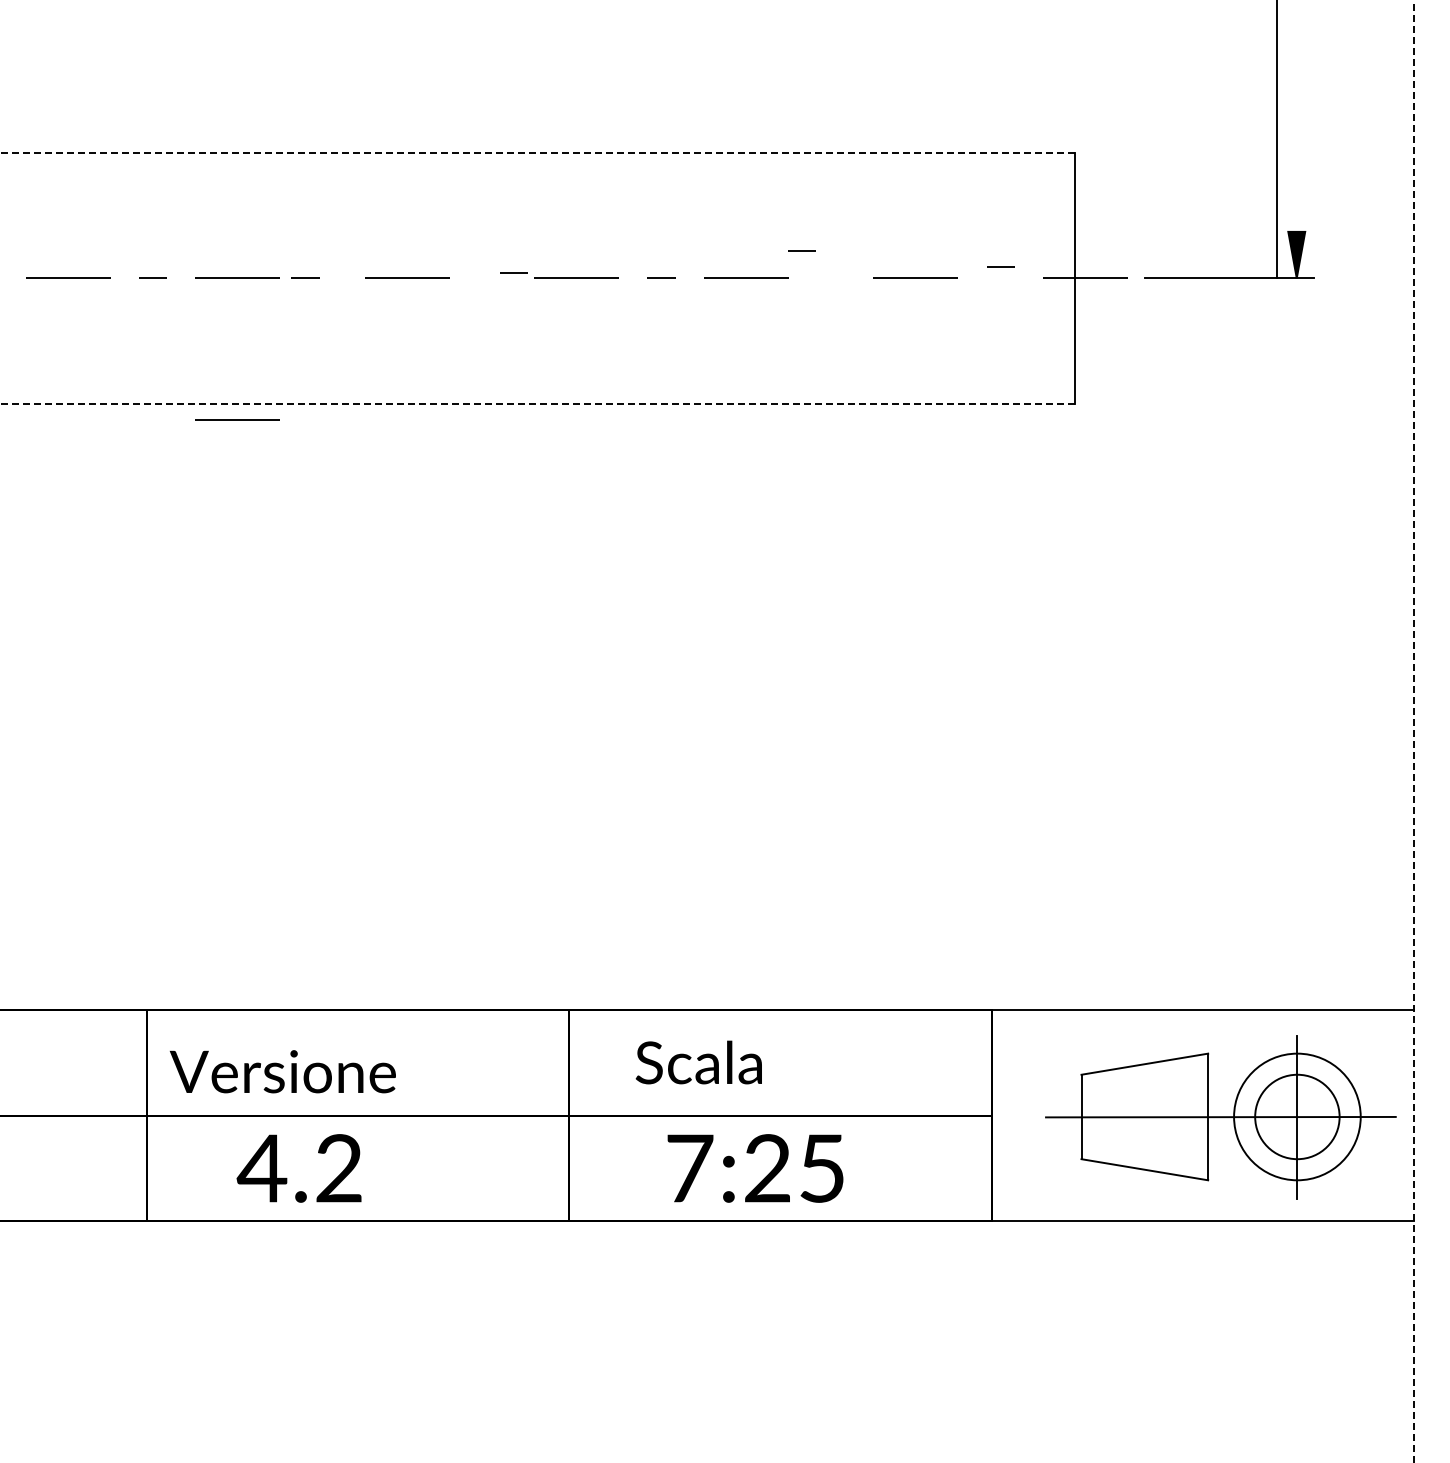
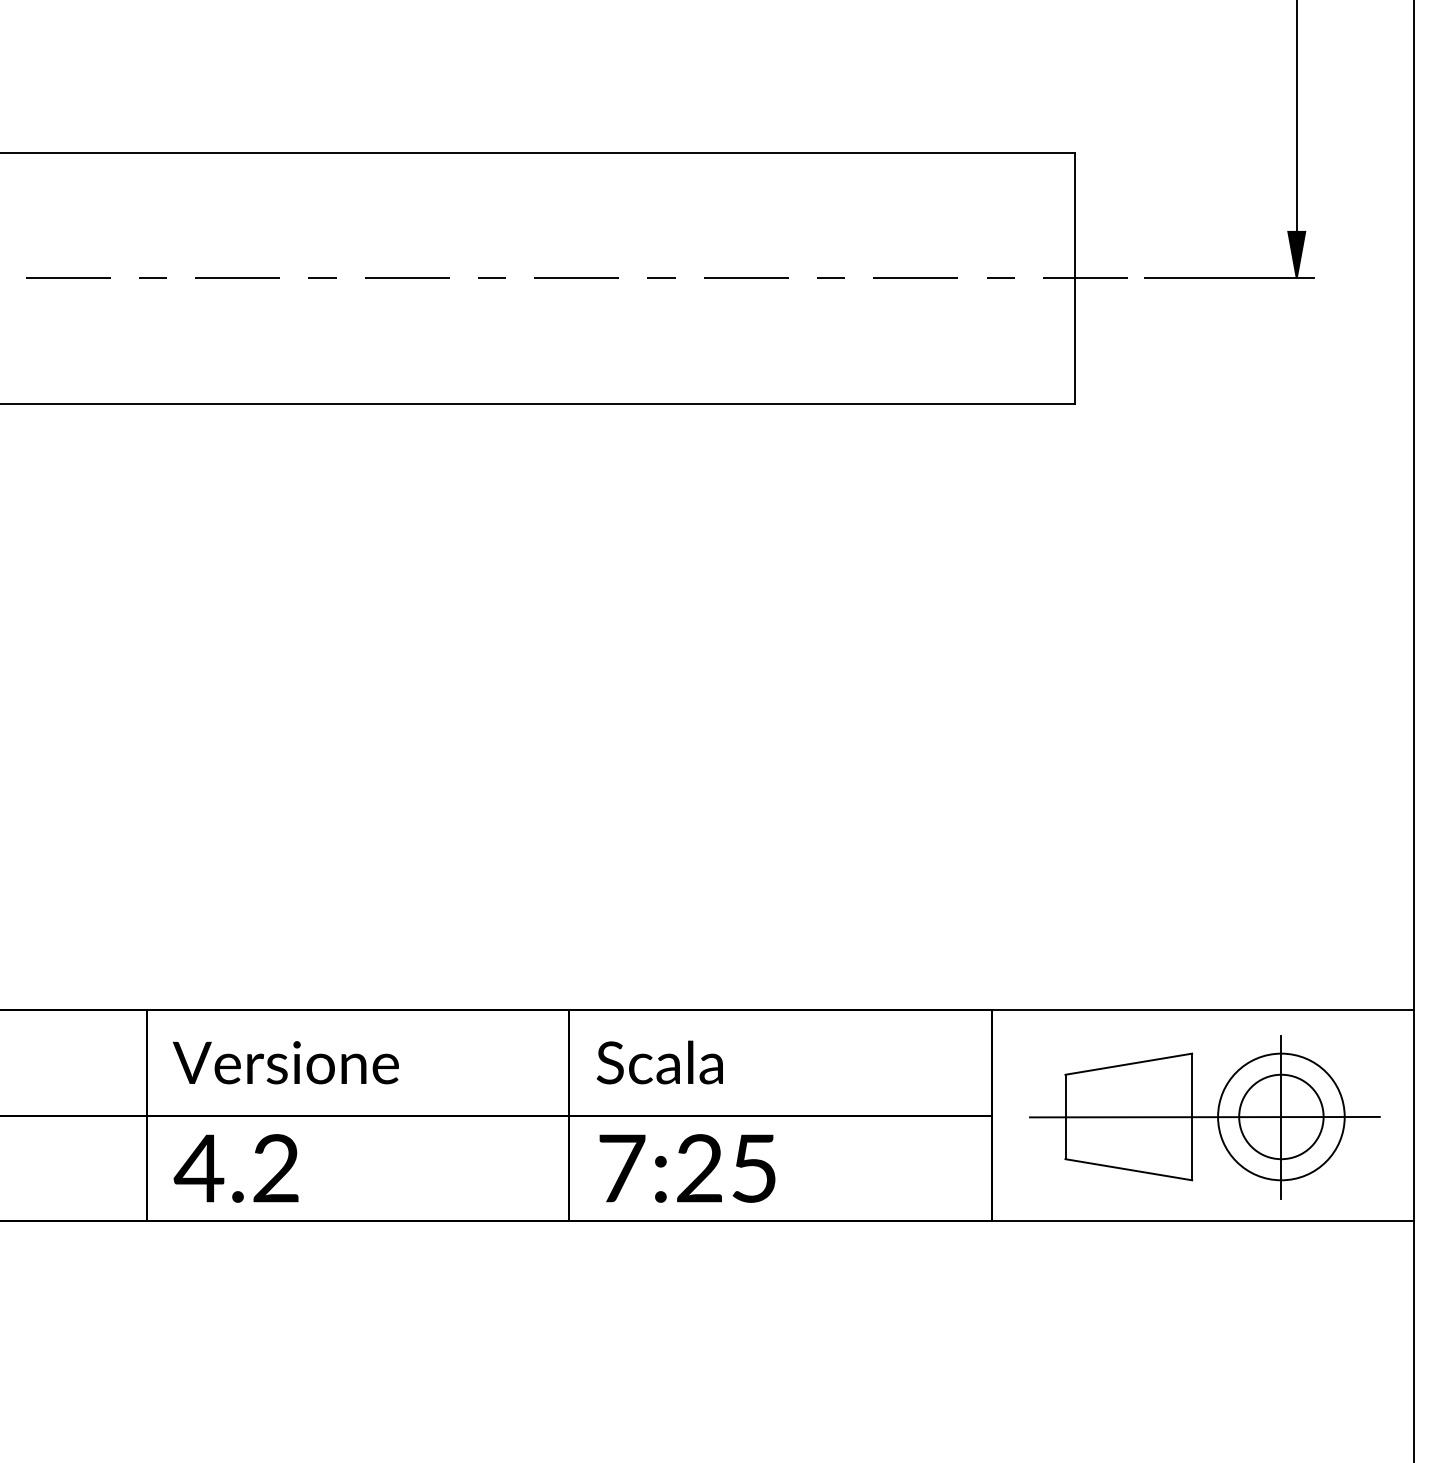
line at (1276, 140) position: (1276, 140) -> (1296, 140)
line at (537, 153): dashed -> solid
line at (801, 250) position: (801, 250) -> (830, 277)
line at (1000, 266) position: (1000, 266) -> (1000, 277)
line at (513, 272) position: (513, 272) -> (491, 277)
line at (305, 277) position: (305, 277) -> (322, 277)
line at (537, 403): dashed -> solid
line at (237, 419): present -> none
line at (1413, 731): dashed -> solid
text at (698, 1062) position: (698, 1062) -> (659, 1062)
text at (282, 1071) position: (282, 1071) -> (285, 1062)
part at (1220, 1117) position: (1220, 1117) -> (1204, 1117)
text at (298, 1168) position: (298, 1168) -> (235, 1168)
text at (755, 1168) position: (755, 1168) -> (687, 1168)
